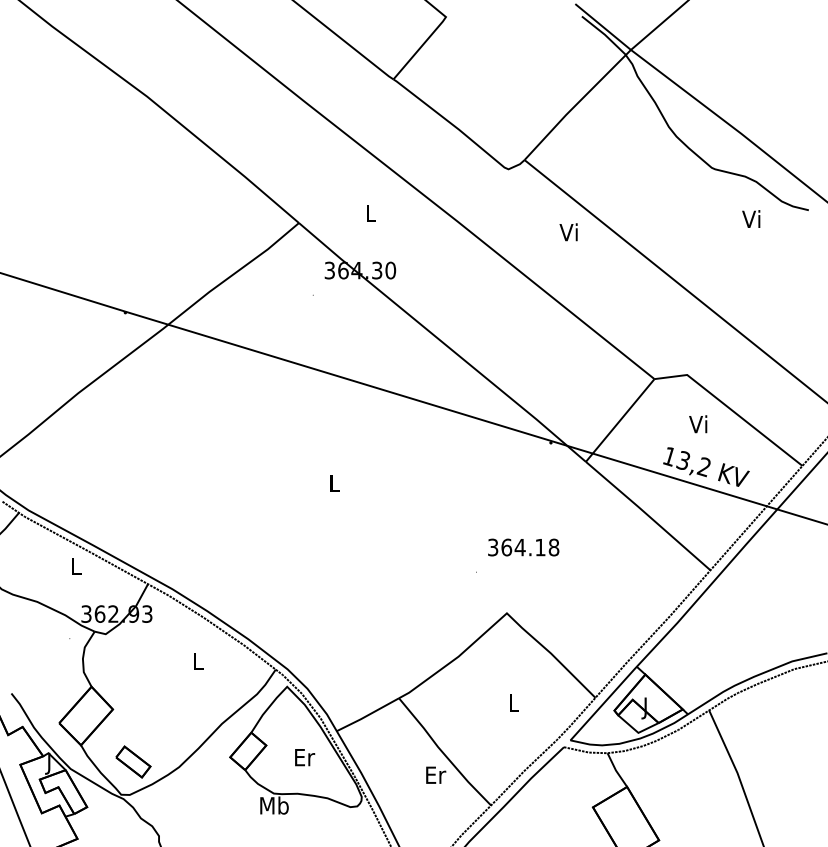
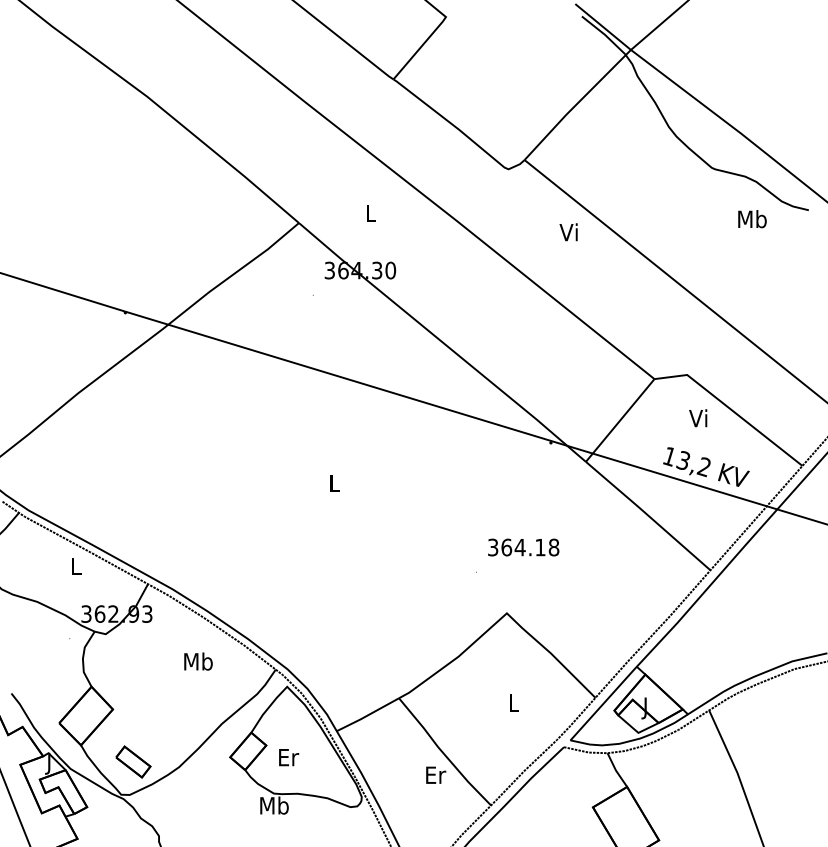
text at (752, 219): Vi -> Mb
text at (698, 424) position: (698, 424) -> (698, 418)
text at (198, 661): L -> Mb
text at (305, 757) position: (305, 757) -> (289, 757)
